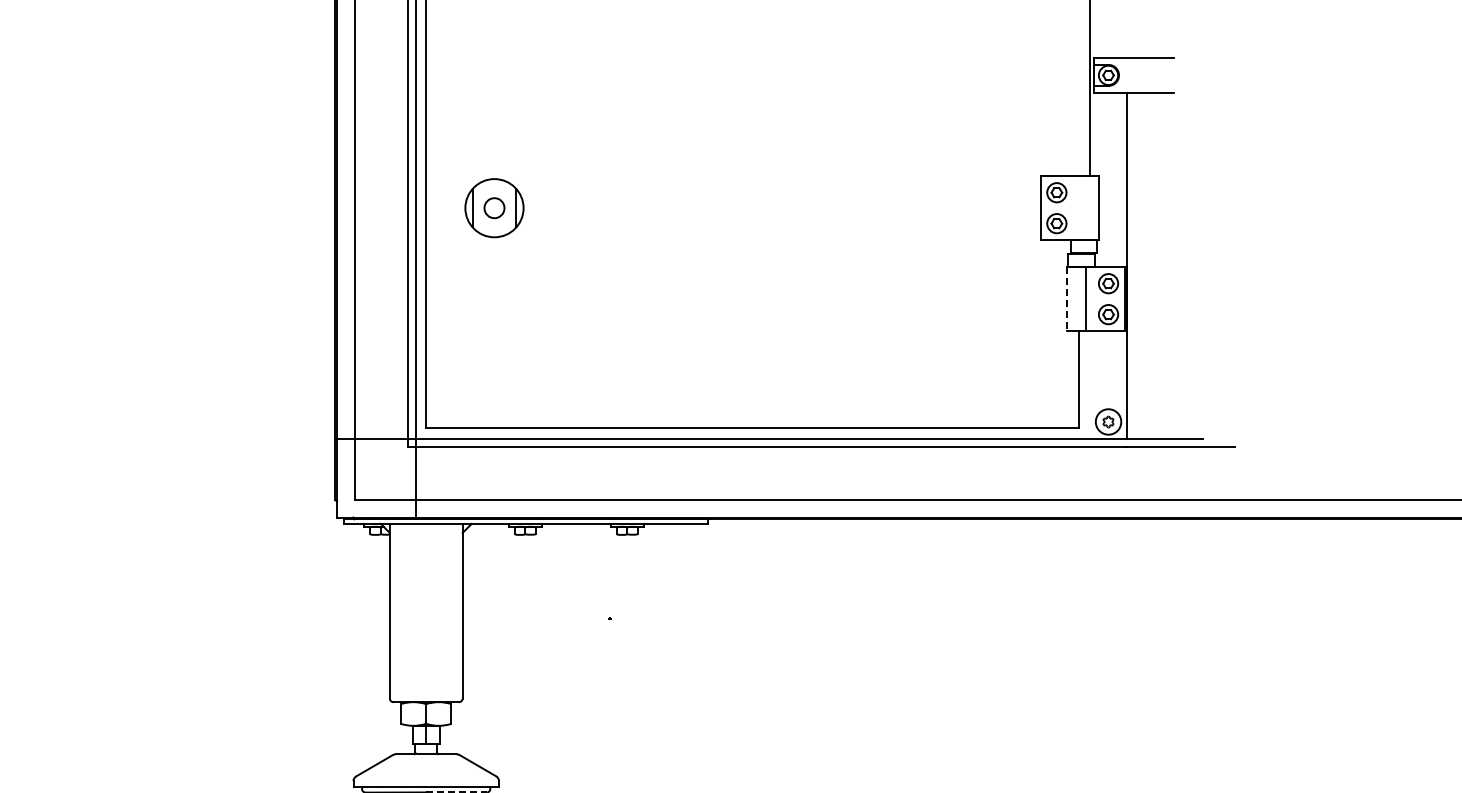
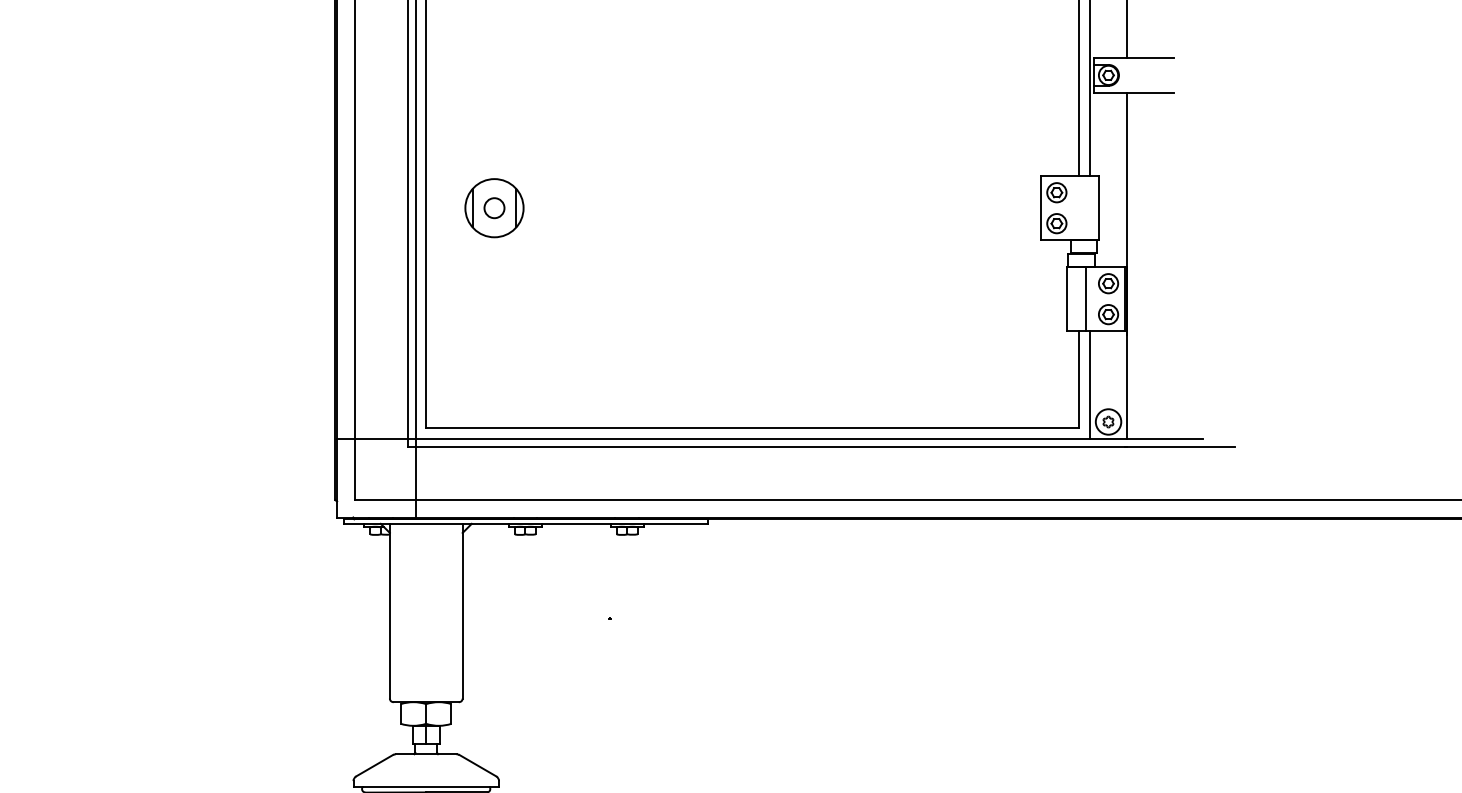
line at (1126, 30): none -> present
line at (1078, 89): none -> present
line at (1066, 299): dashed -> solid
line at (1090, 384): none -> present
line at (456, 792): dashed -> solid
